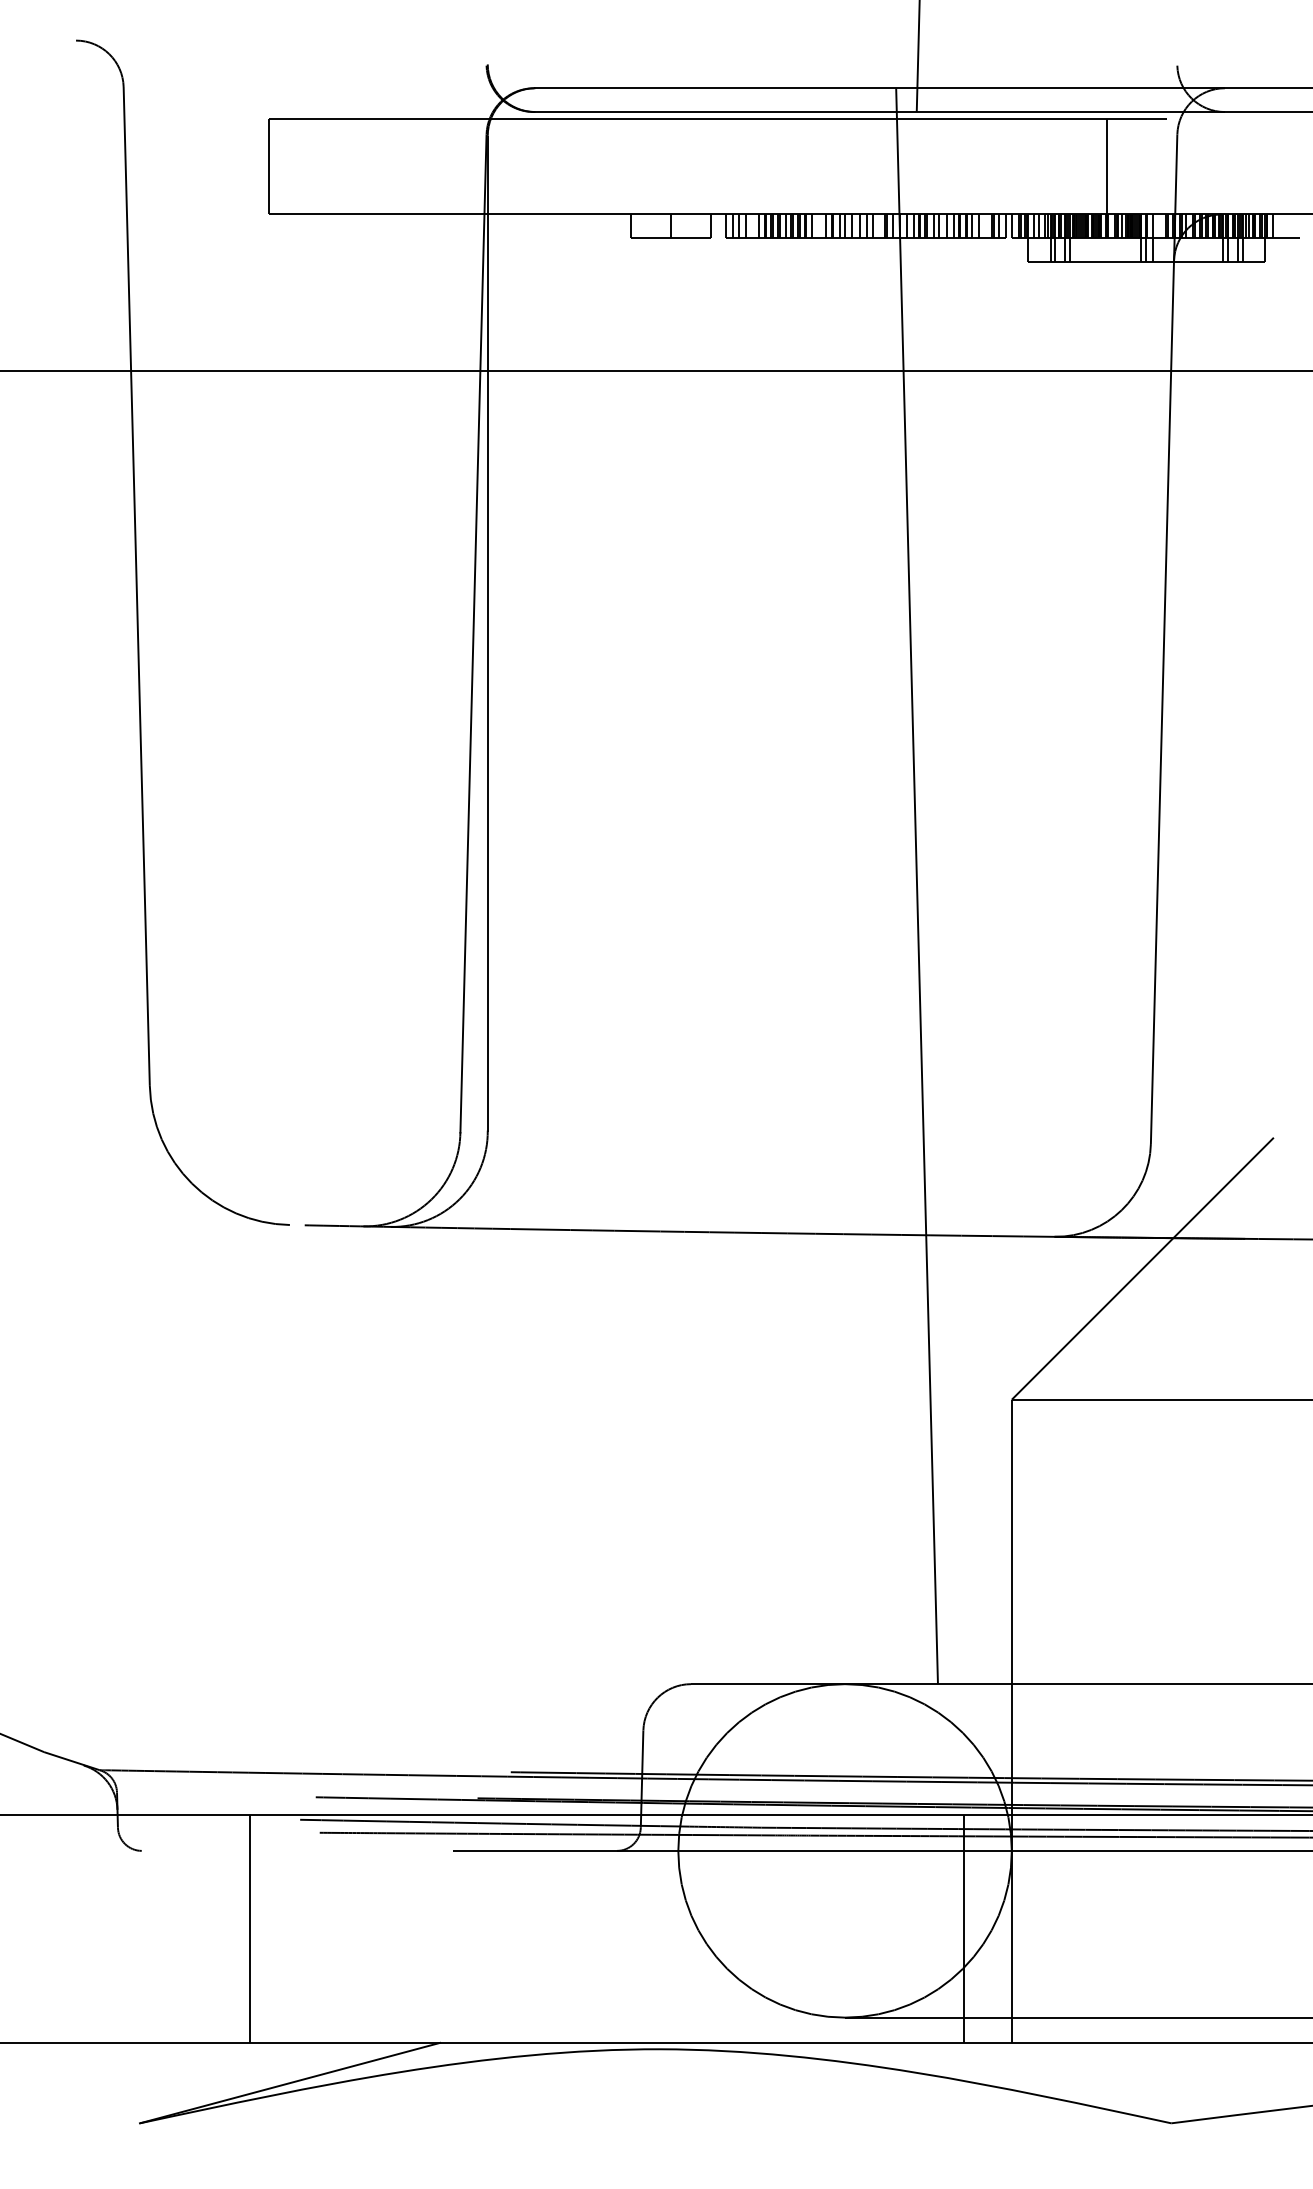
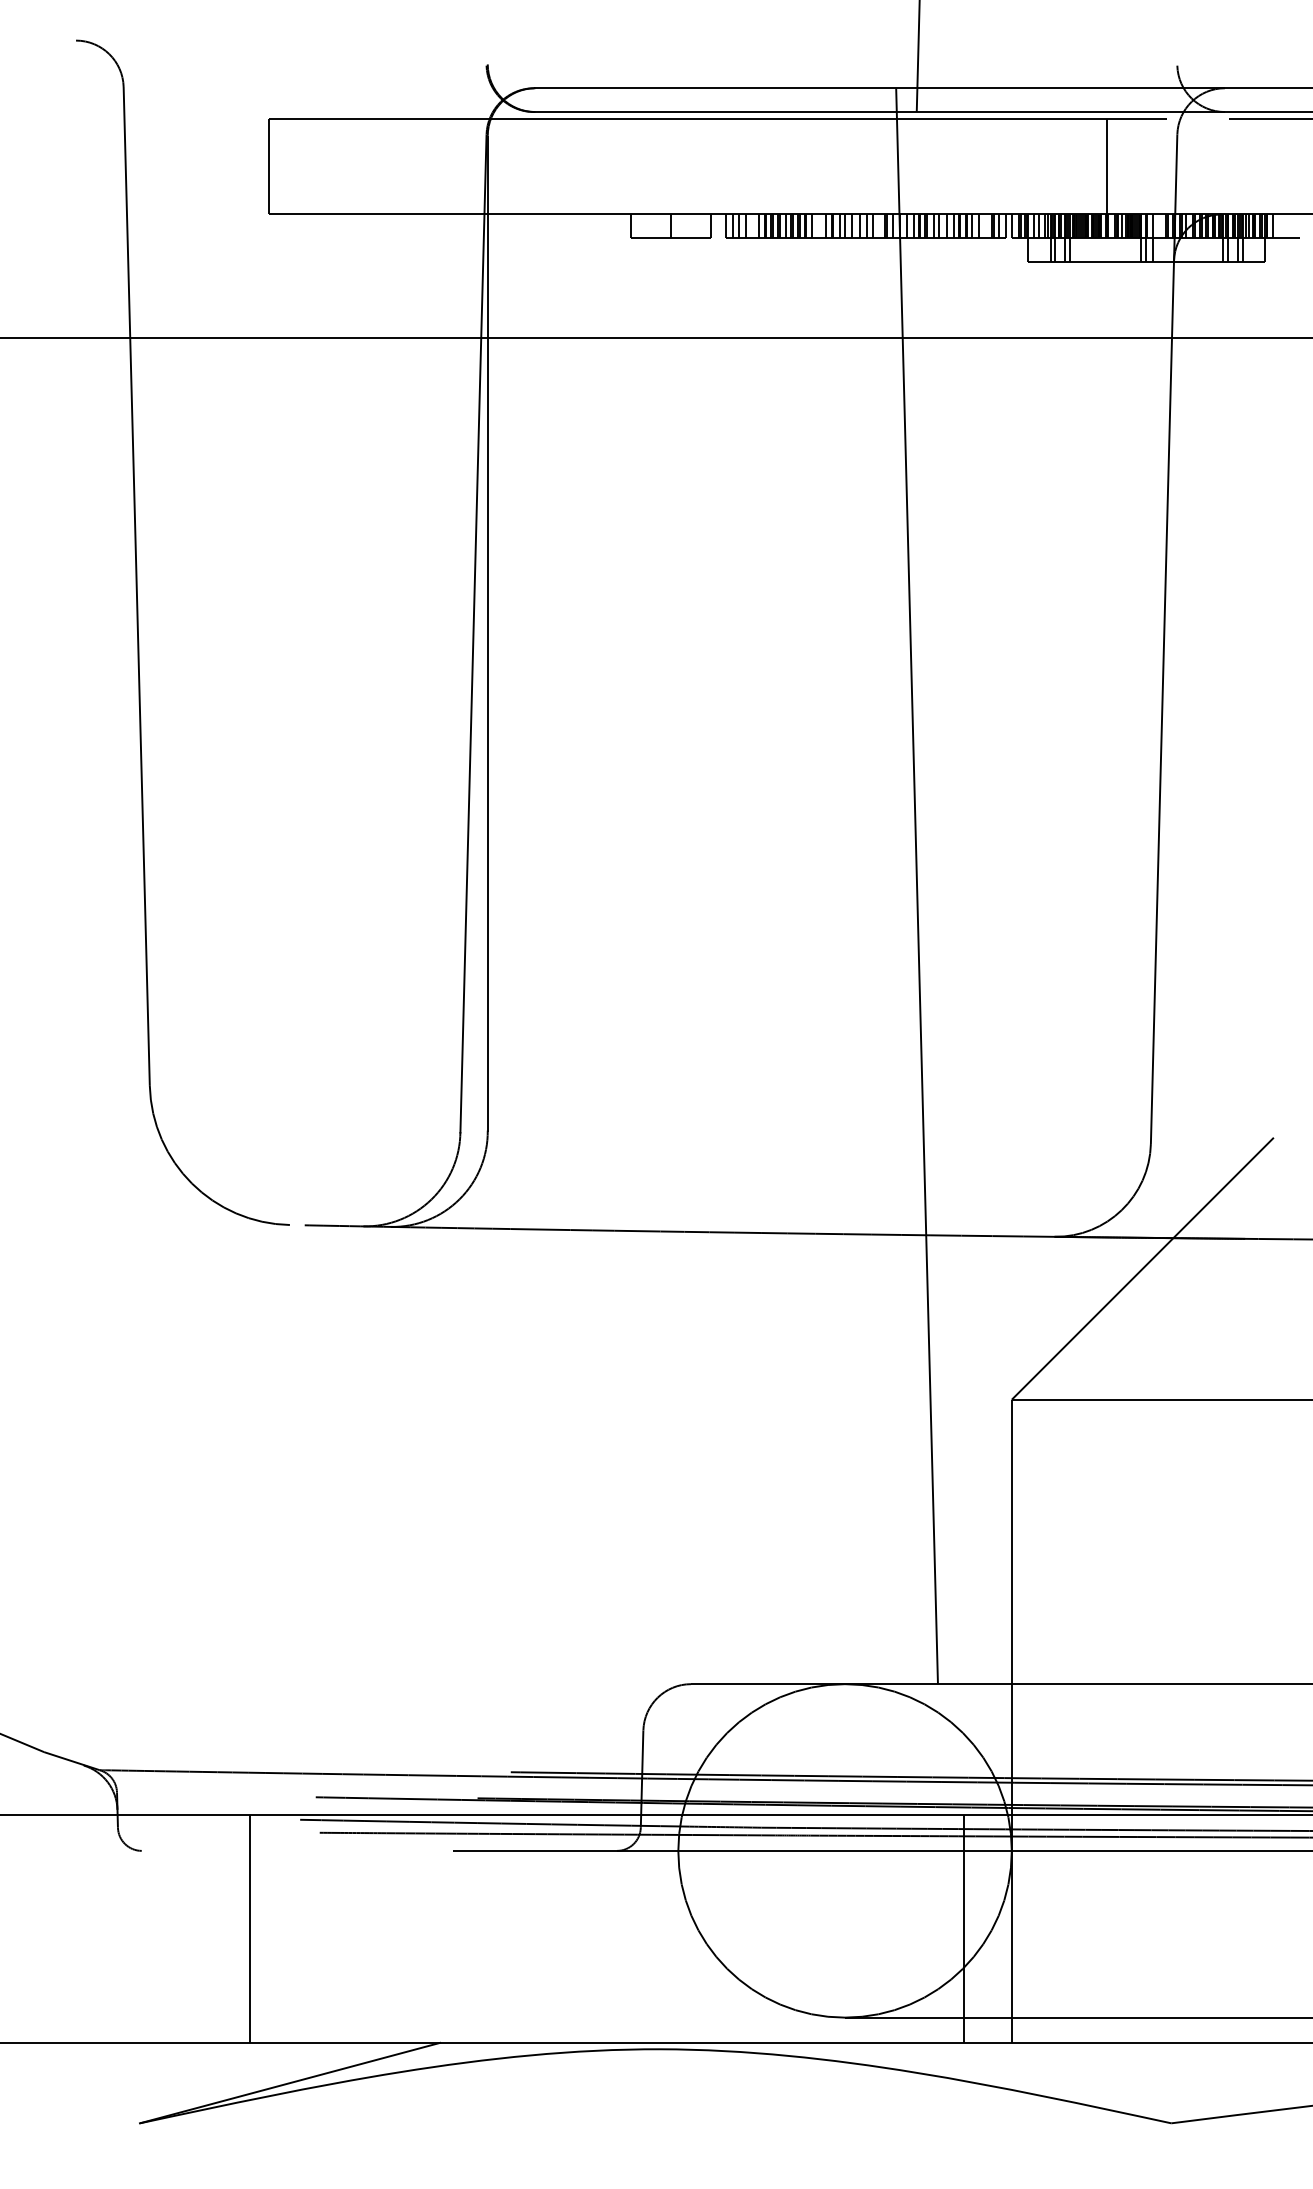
line at (1268, 119): none -> present
line at (655, 371) position: (655, 371) -> (655, 338)
